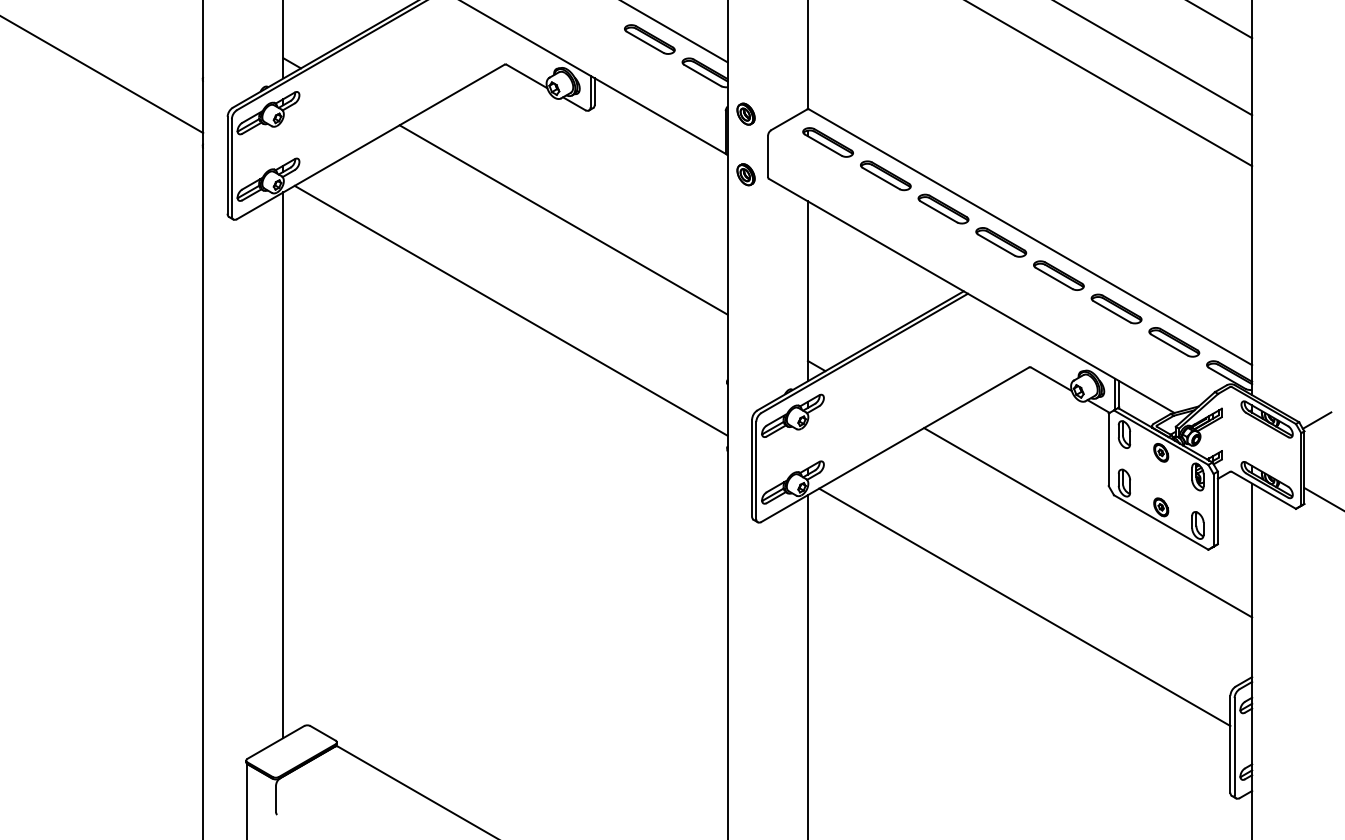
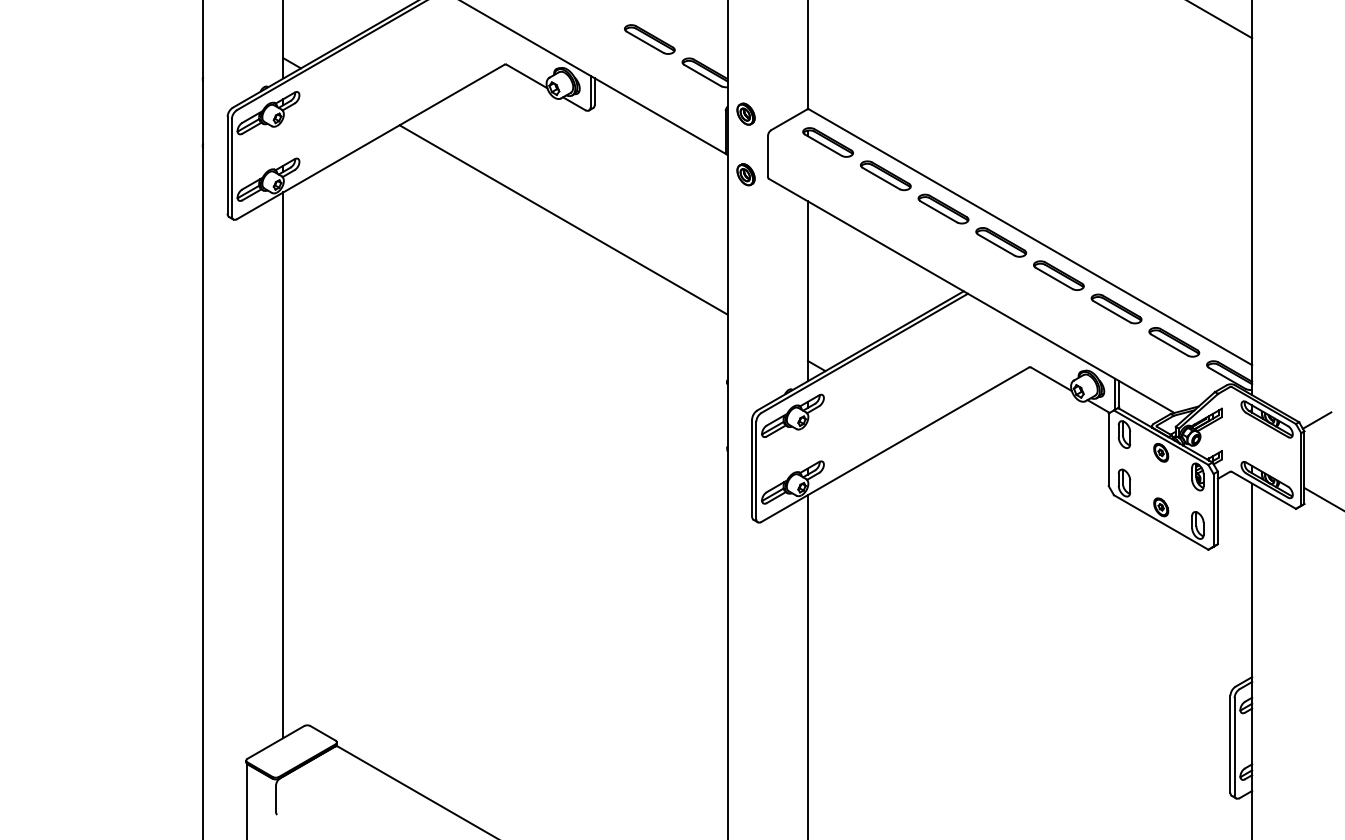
line at (675, 32): present -> none
line at (1154, 58): present -> none
line at (102, 75): present -> none
line at (1110, 84): present -> none
line at (510, 310): present -> none
line at (1088, 522): present -> none
line at (1024, 607): present -> none
